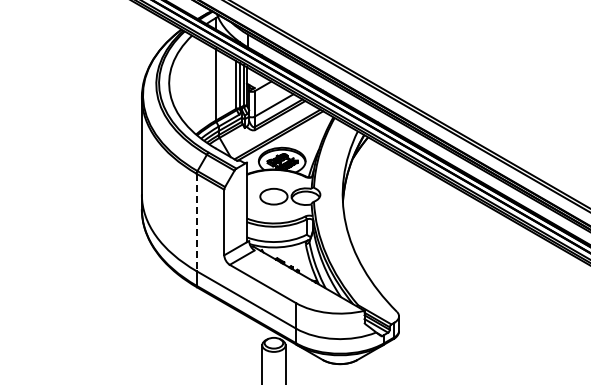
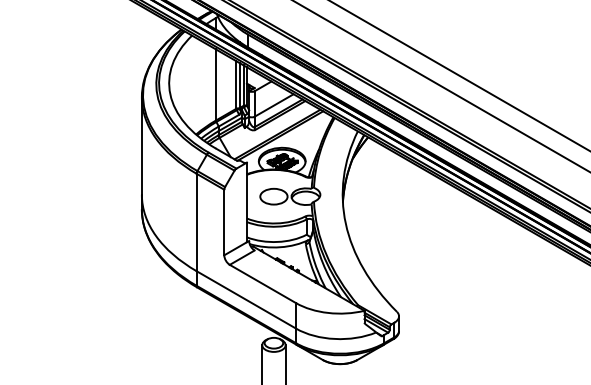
line at (459, 75): none -> present
line at (441, 86): none -> present
line at (196, 222): dashed -> solid
